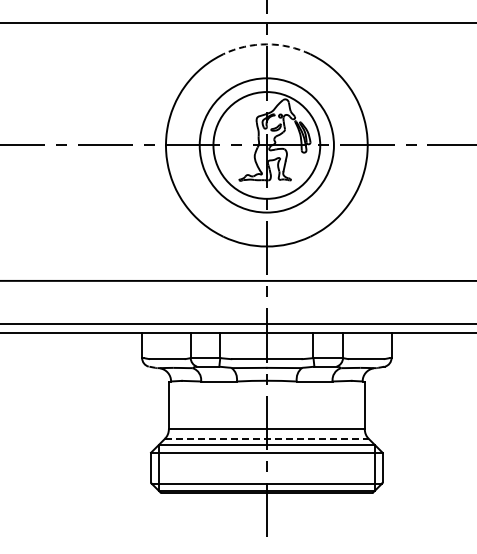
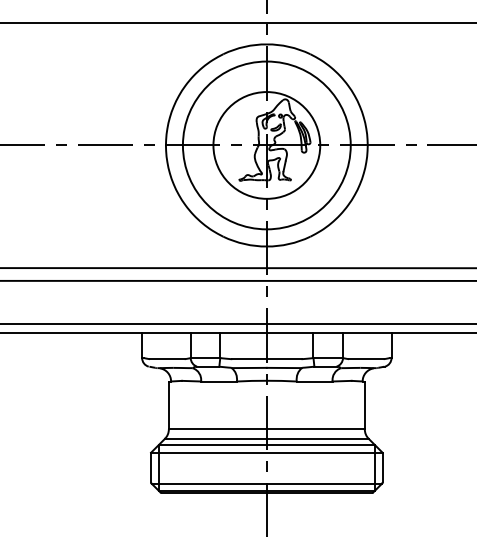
arc at (266, 44): dashed -> solid
circle at (266, 145) diameter: 134 px -> 168 px
line at (237, 268): none -> present
line at (266, 438): dashed -> solid
